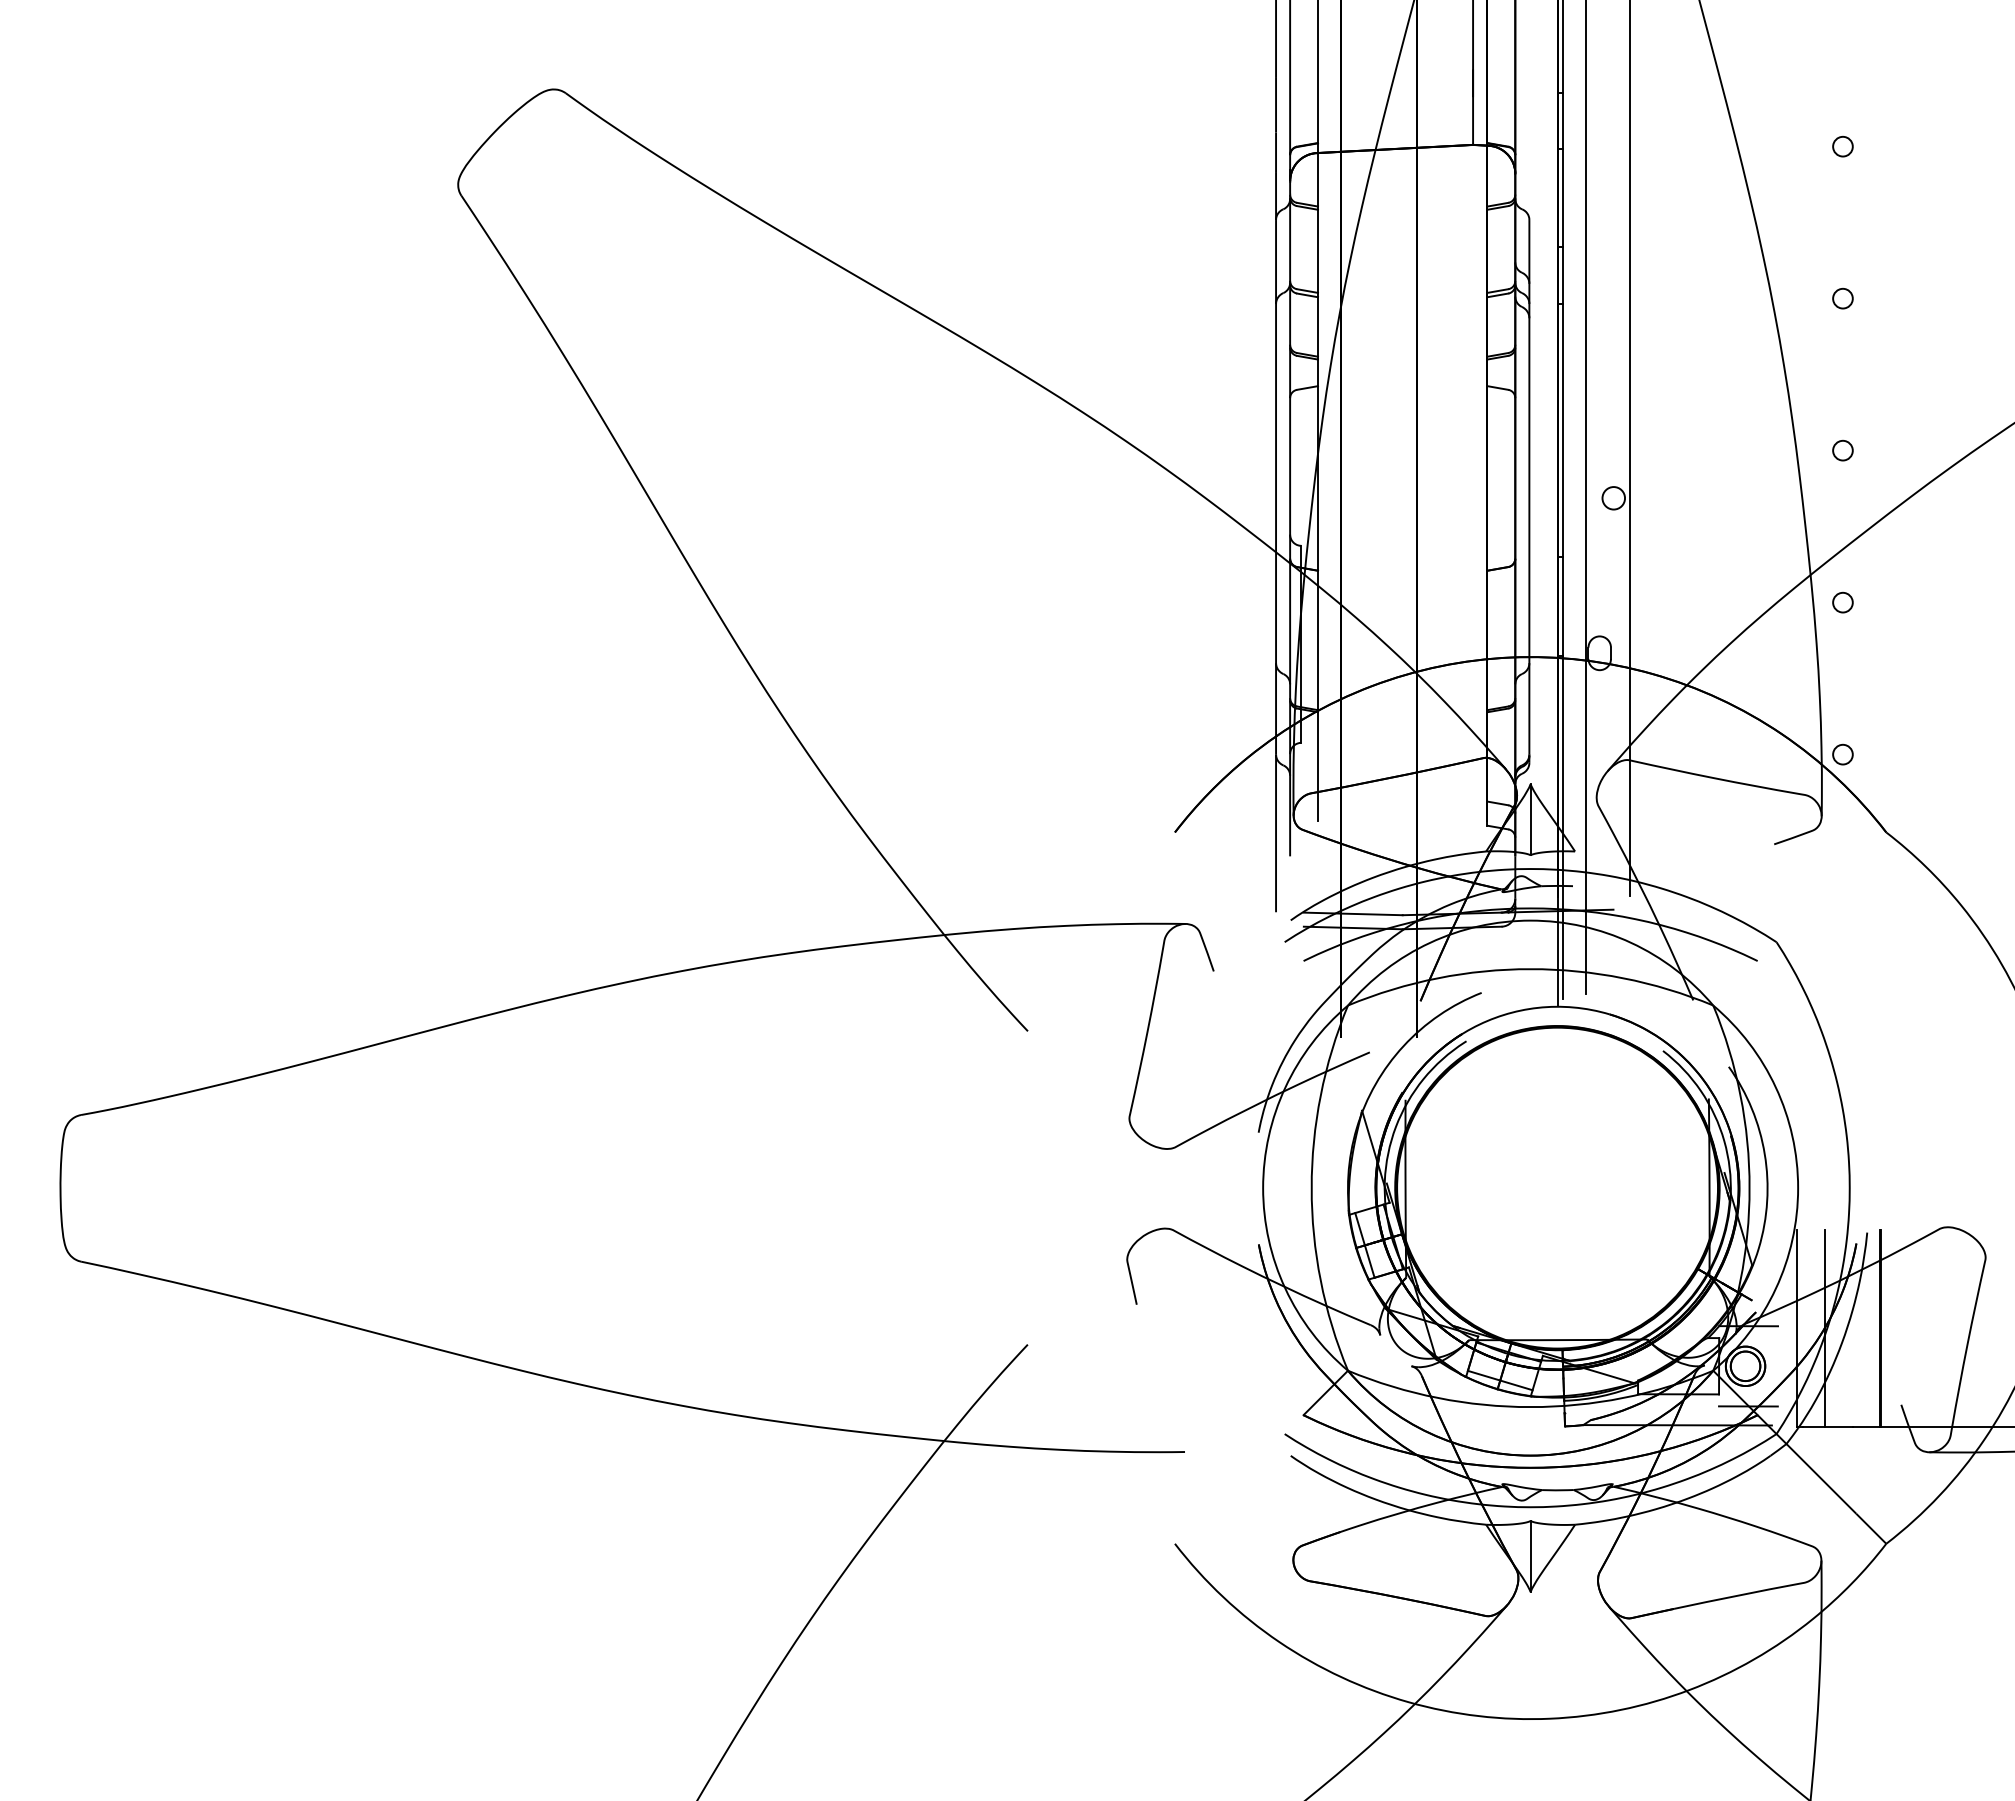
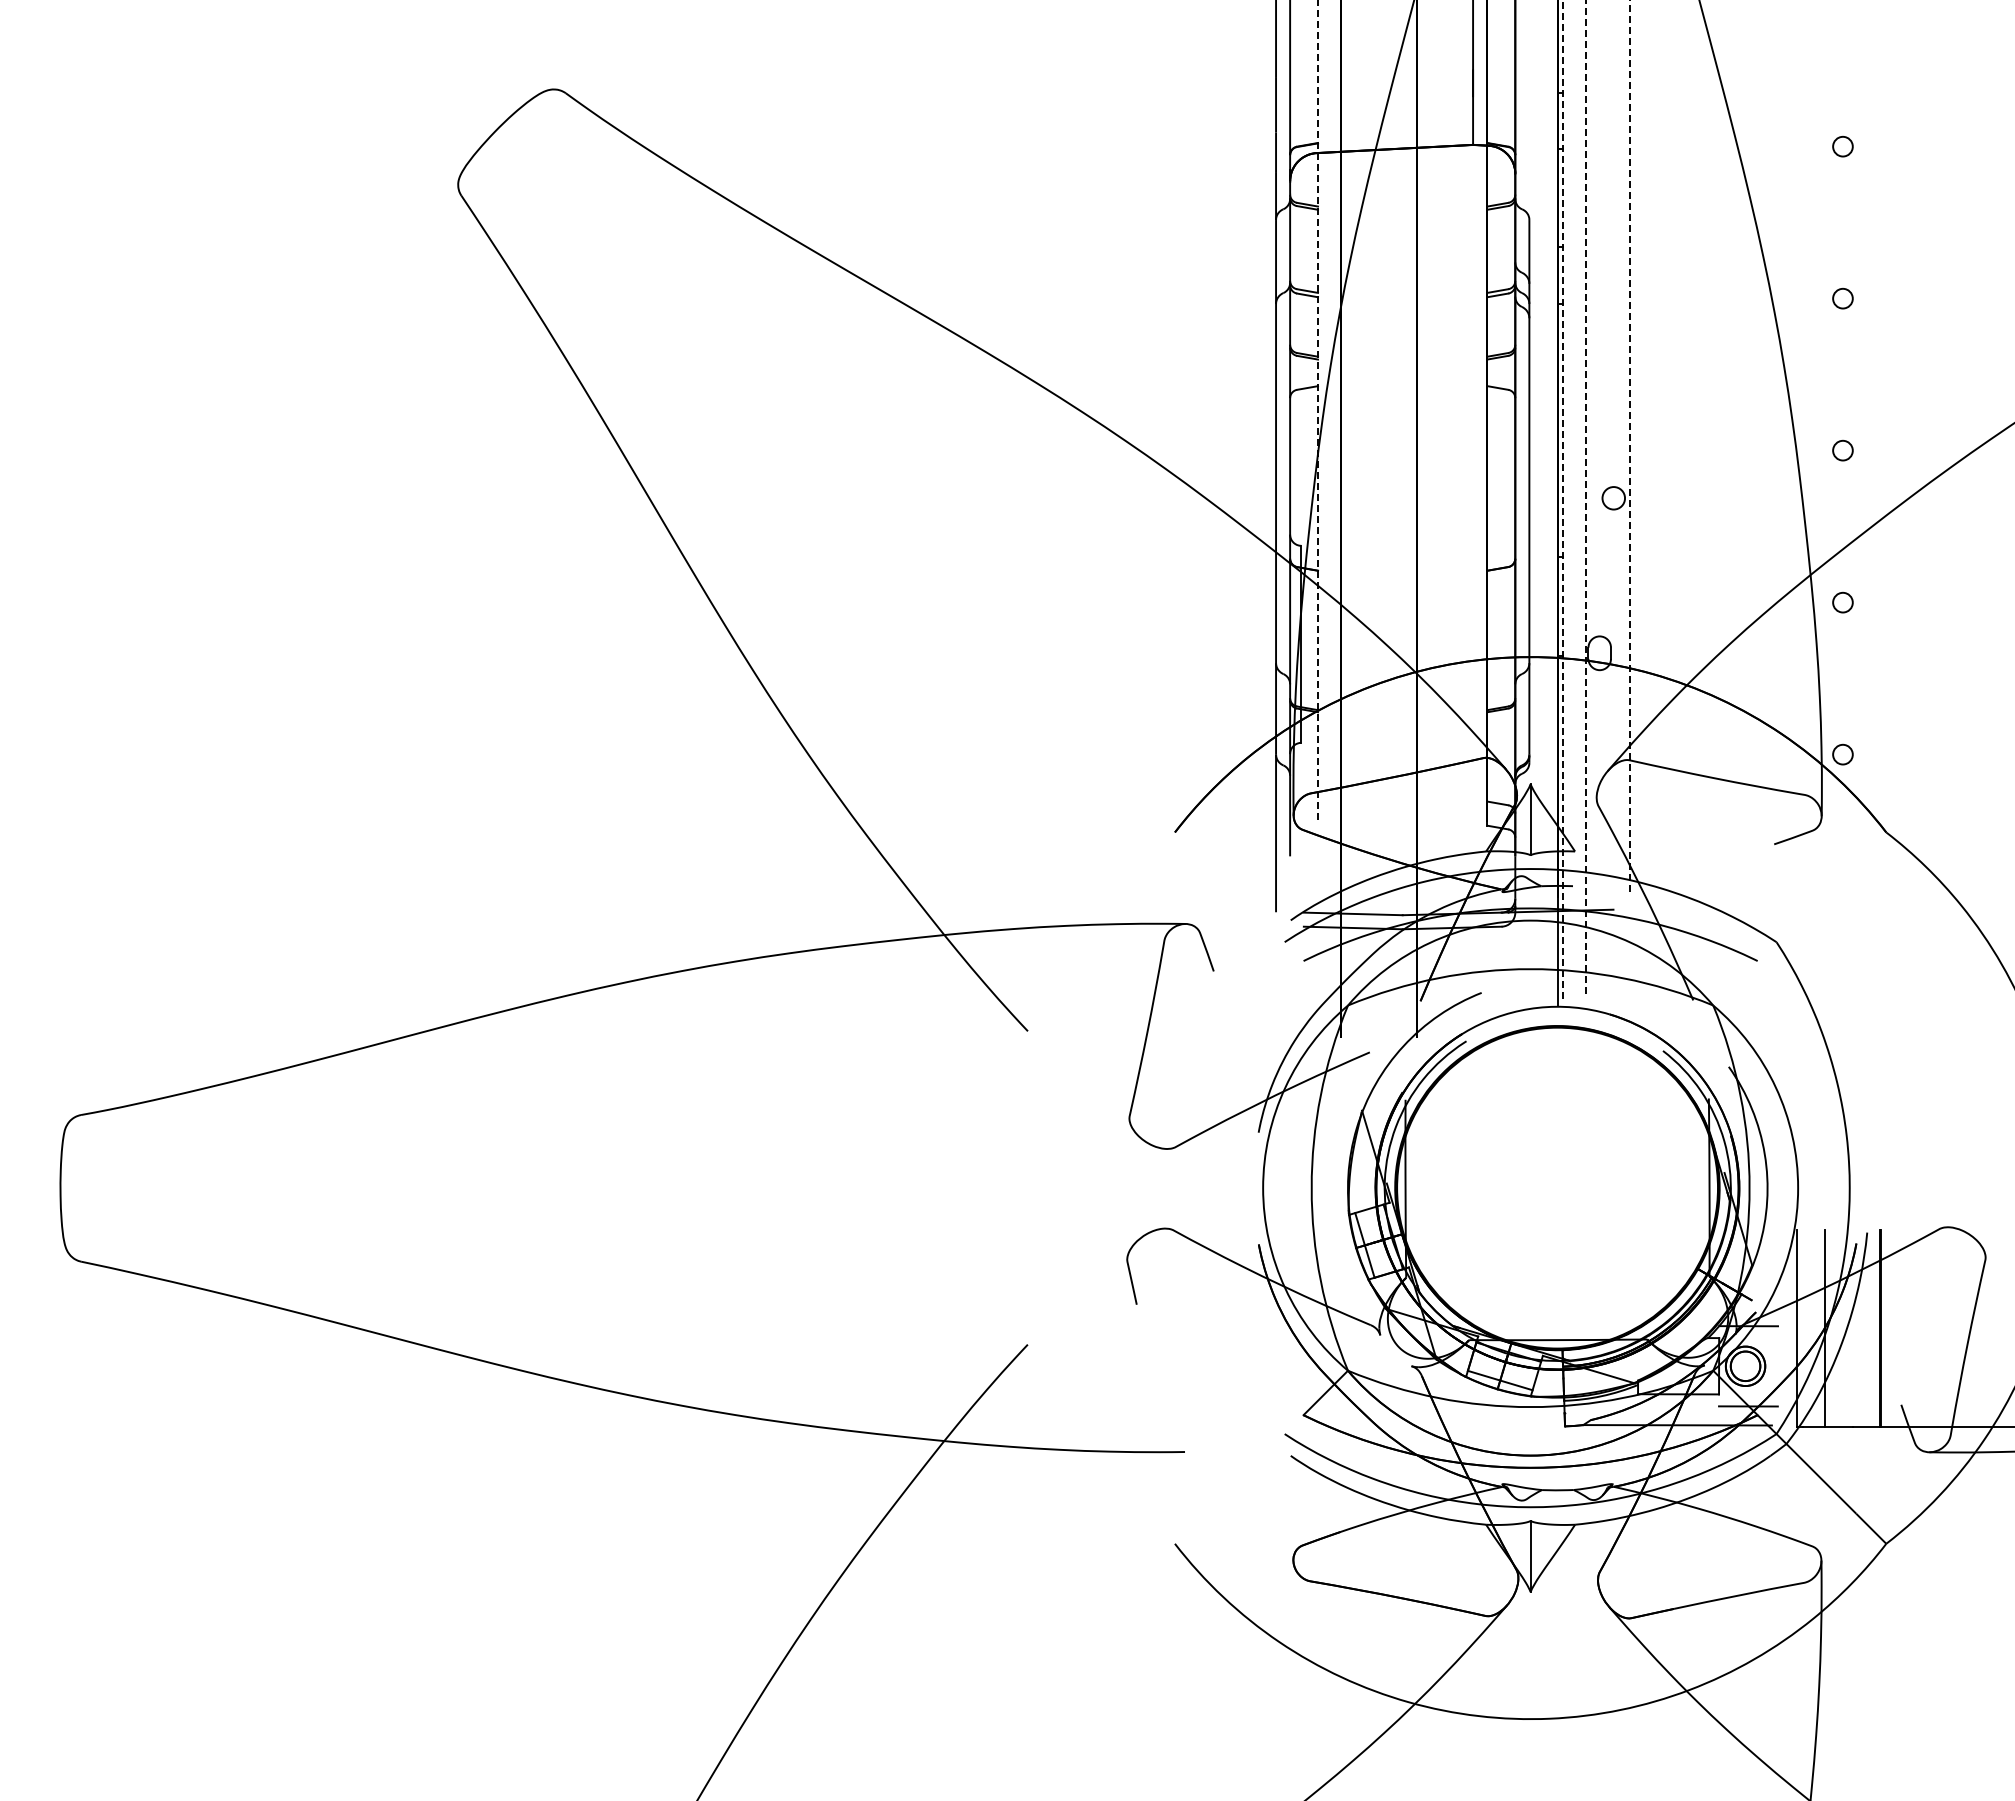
line at (1318, 410): solid -> dashed
line at (1629, 447): solid -> dashed
line at (1585, 496): solid -> dashed
line at (1563, 499): solid -> dashed
